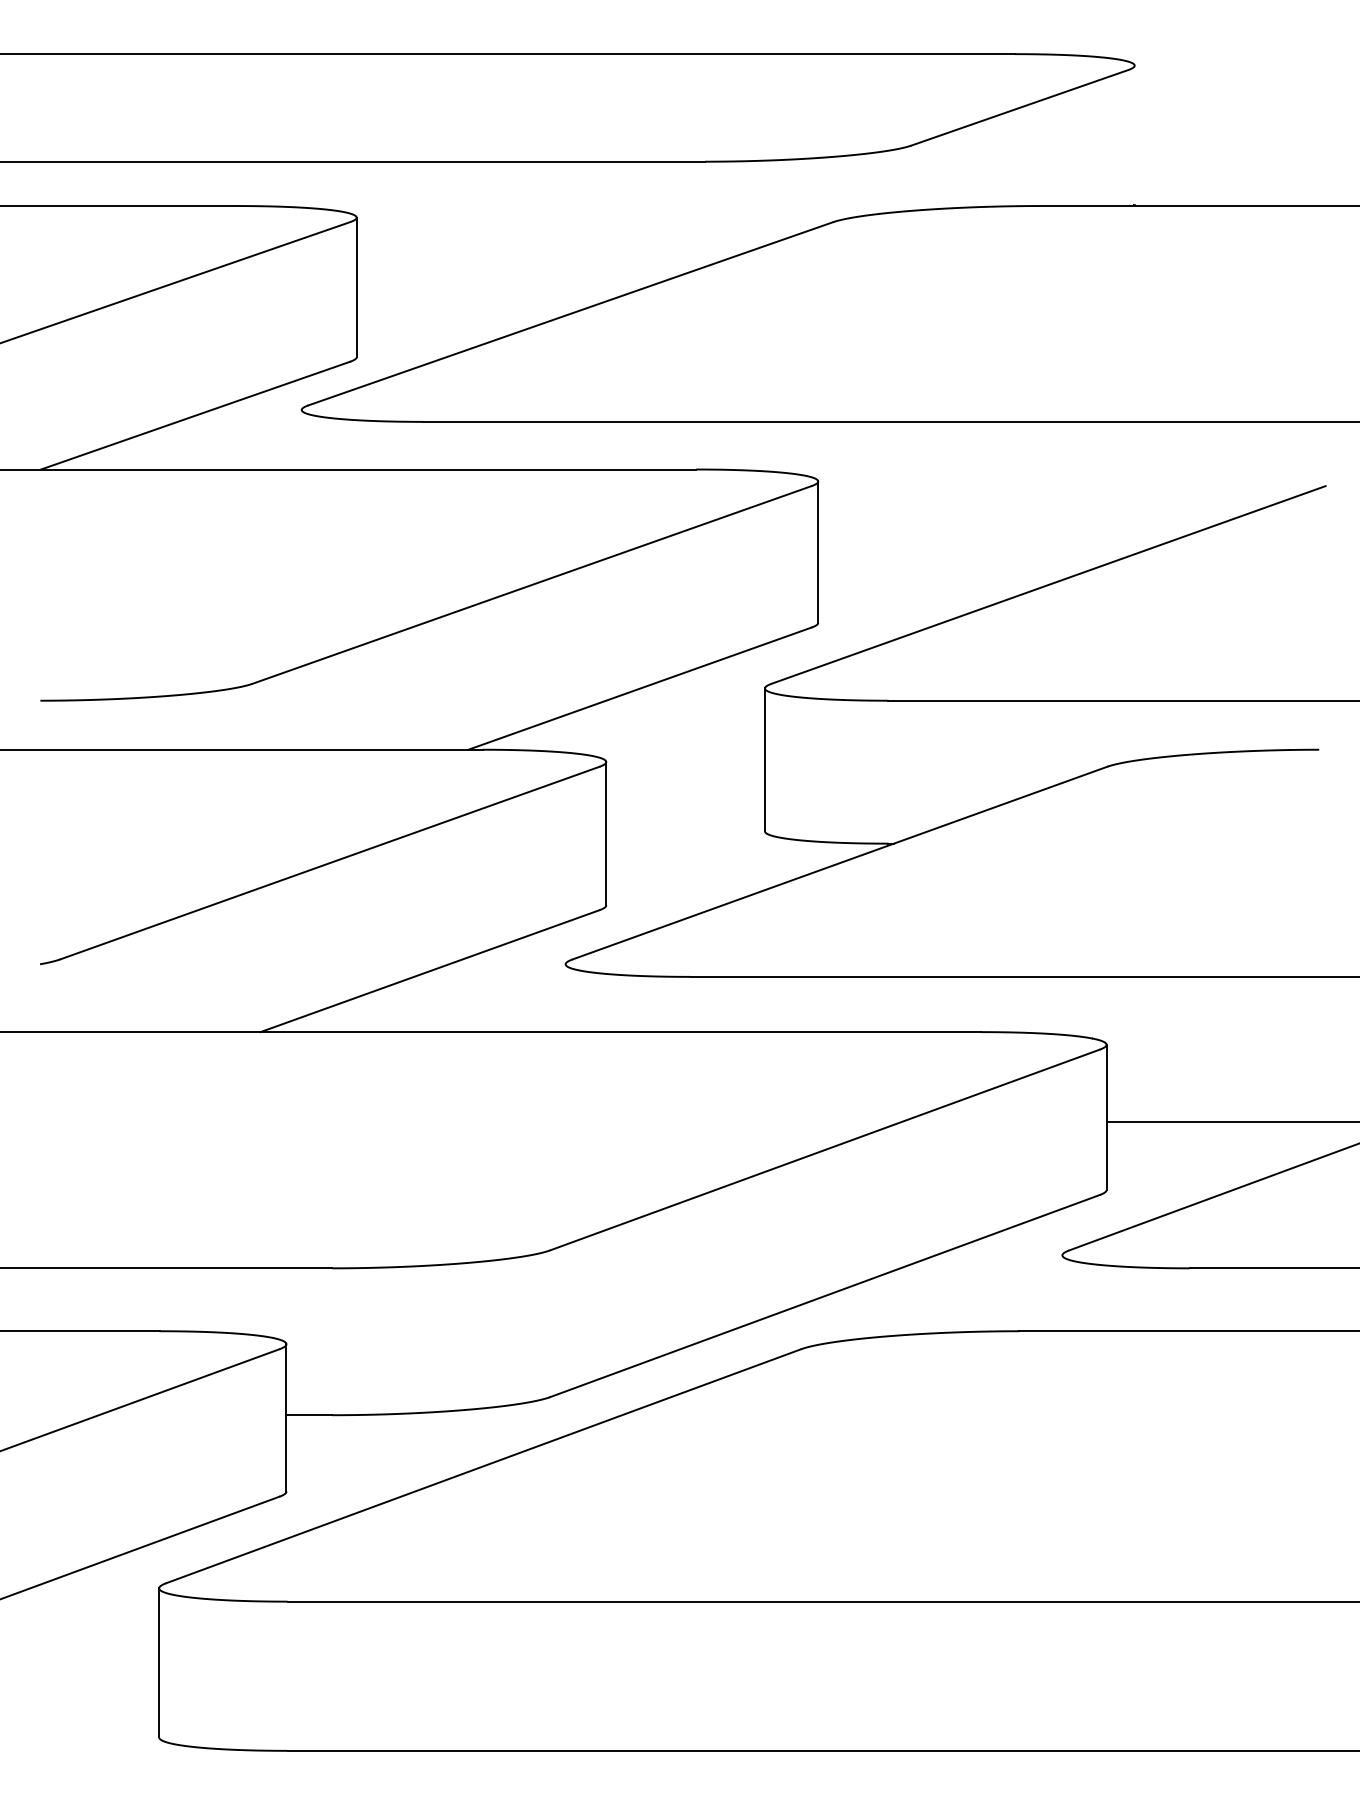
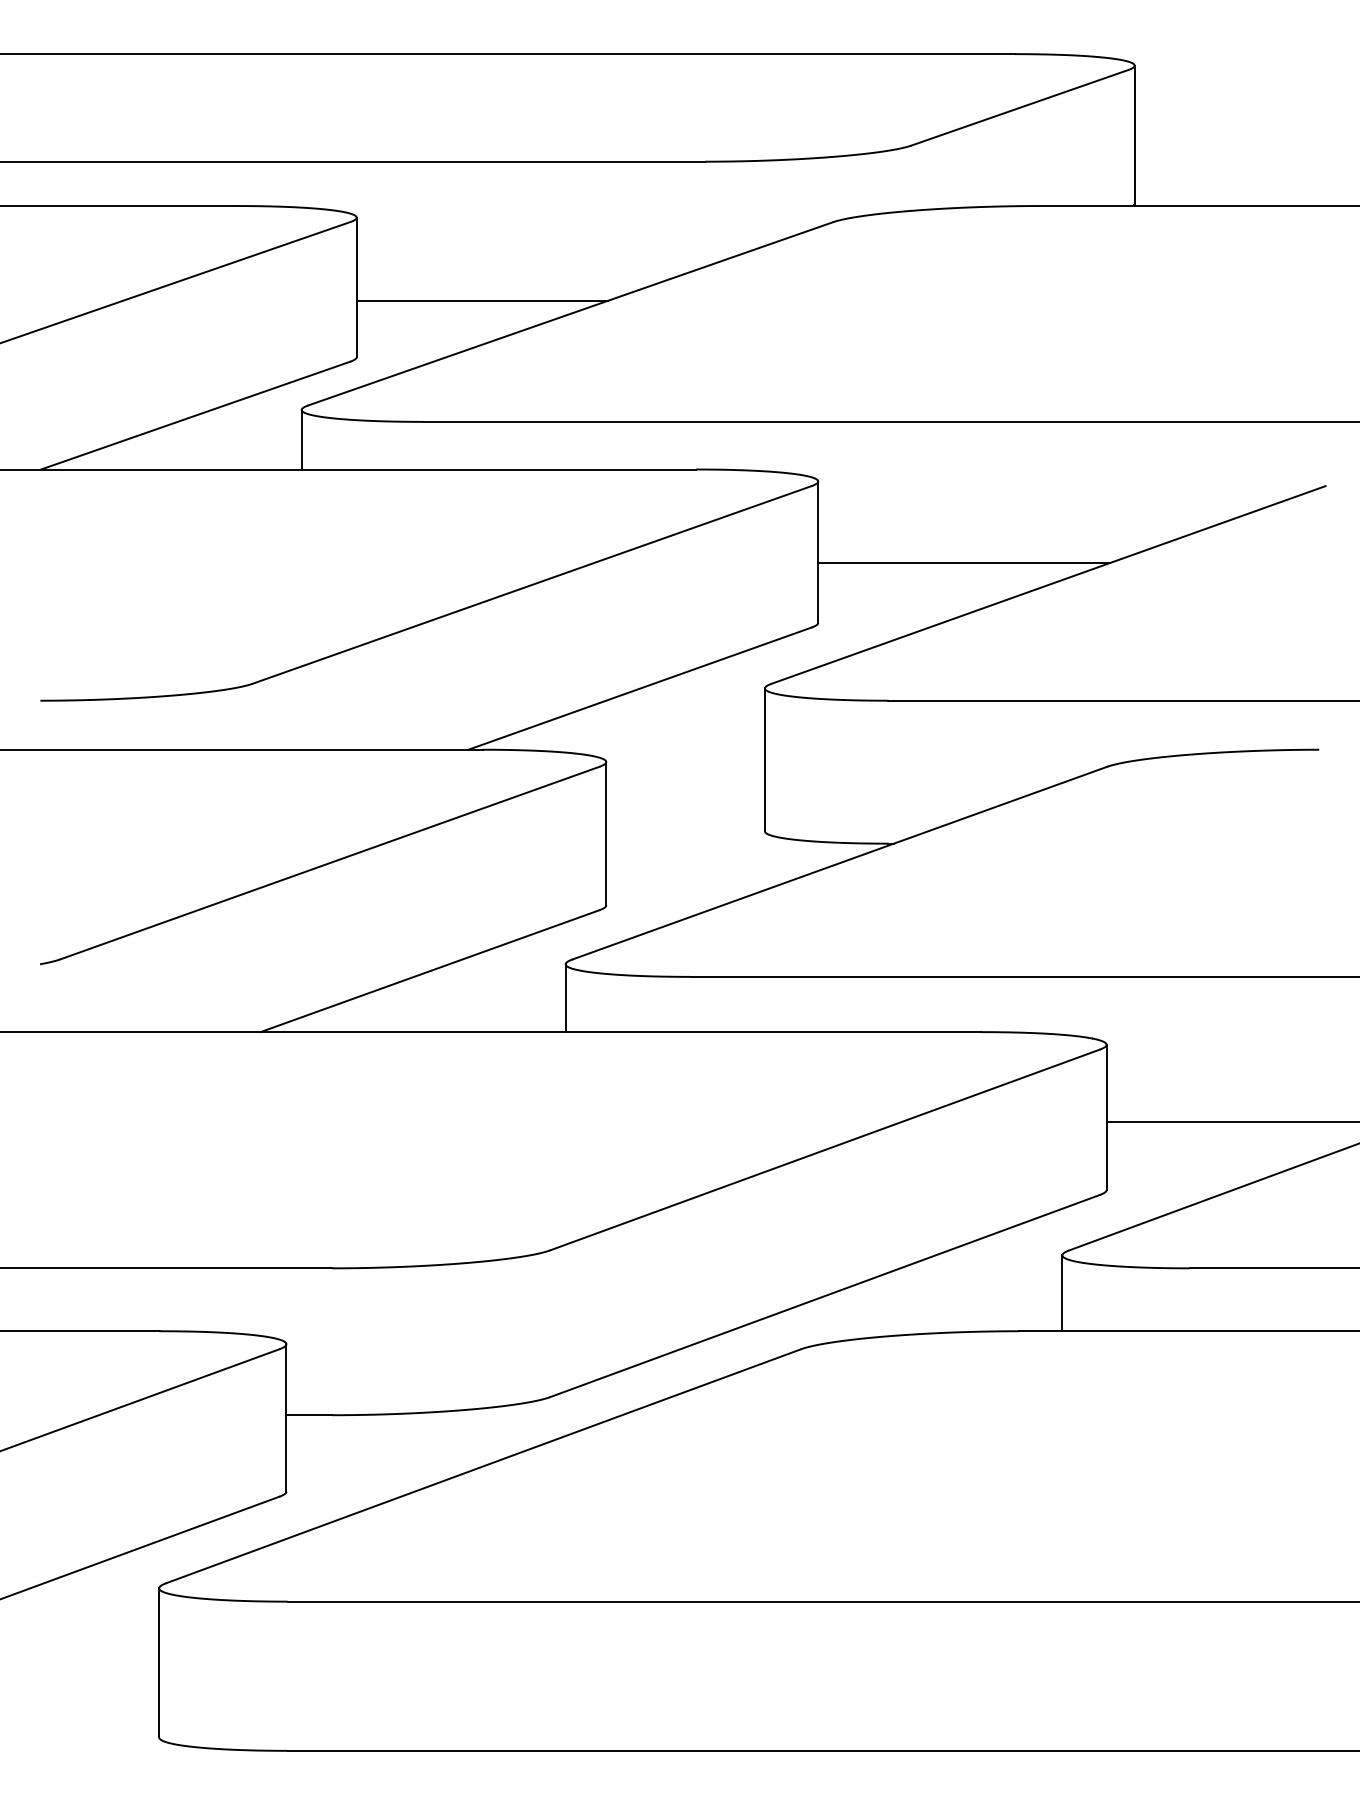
line at (1134, 134): none -> present
line at (481, 300): none -> present
line at (301, 439): none -> present
line at (964, 562): none -> present
line at (565, 998): none -> present
line at (1062, 1293): none -> present
